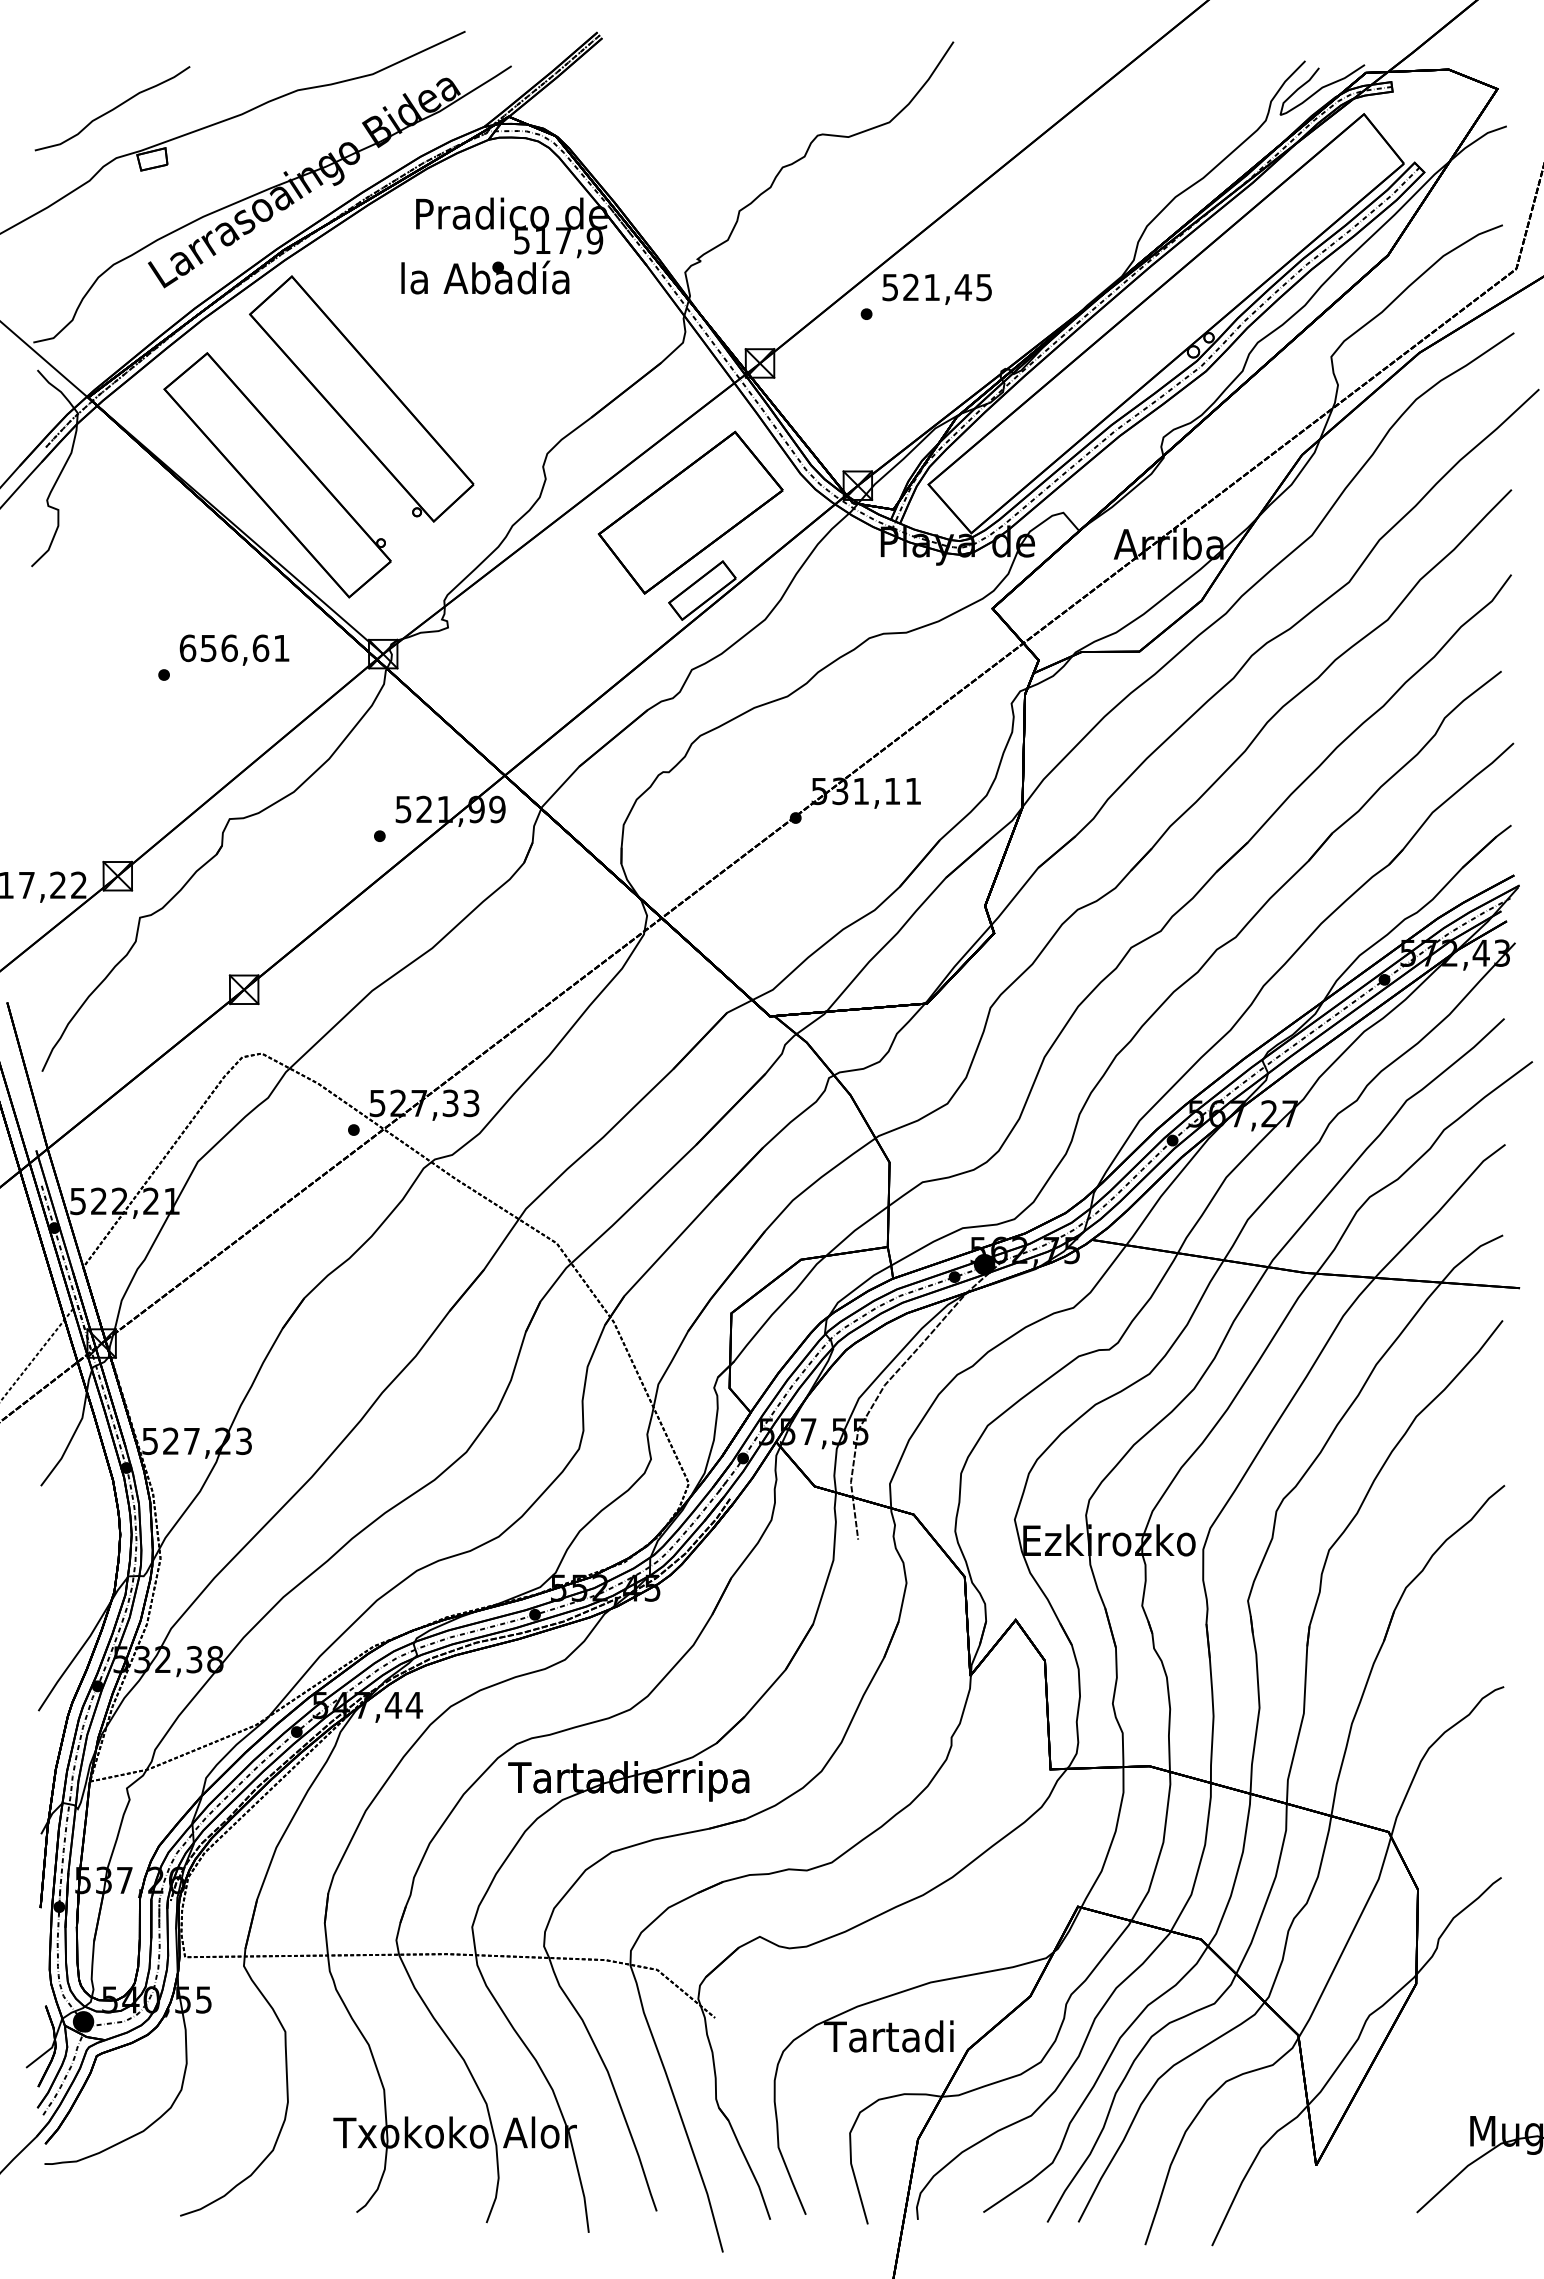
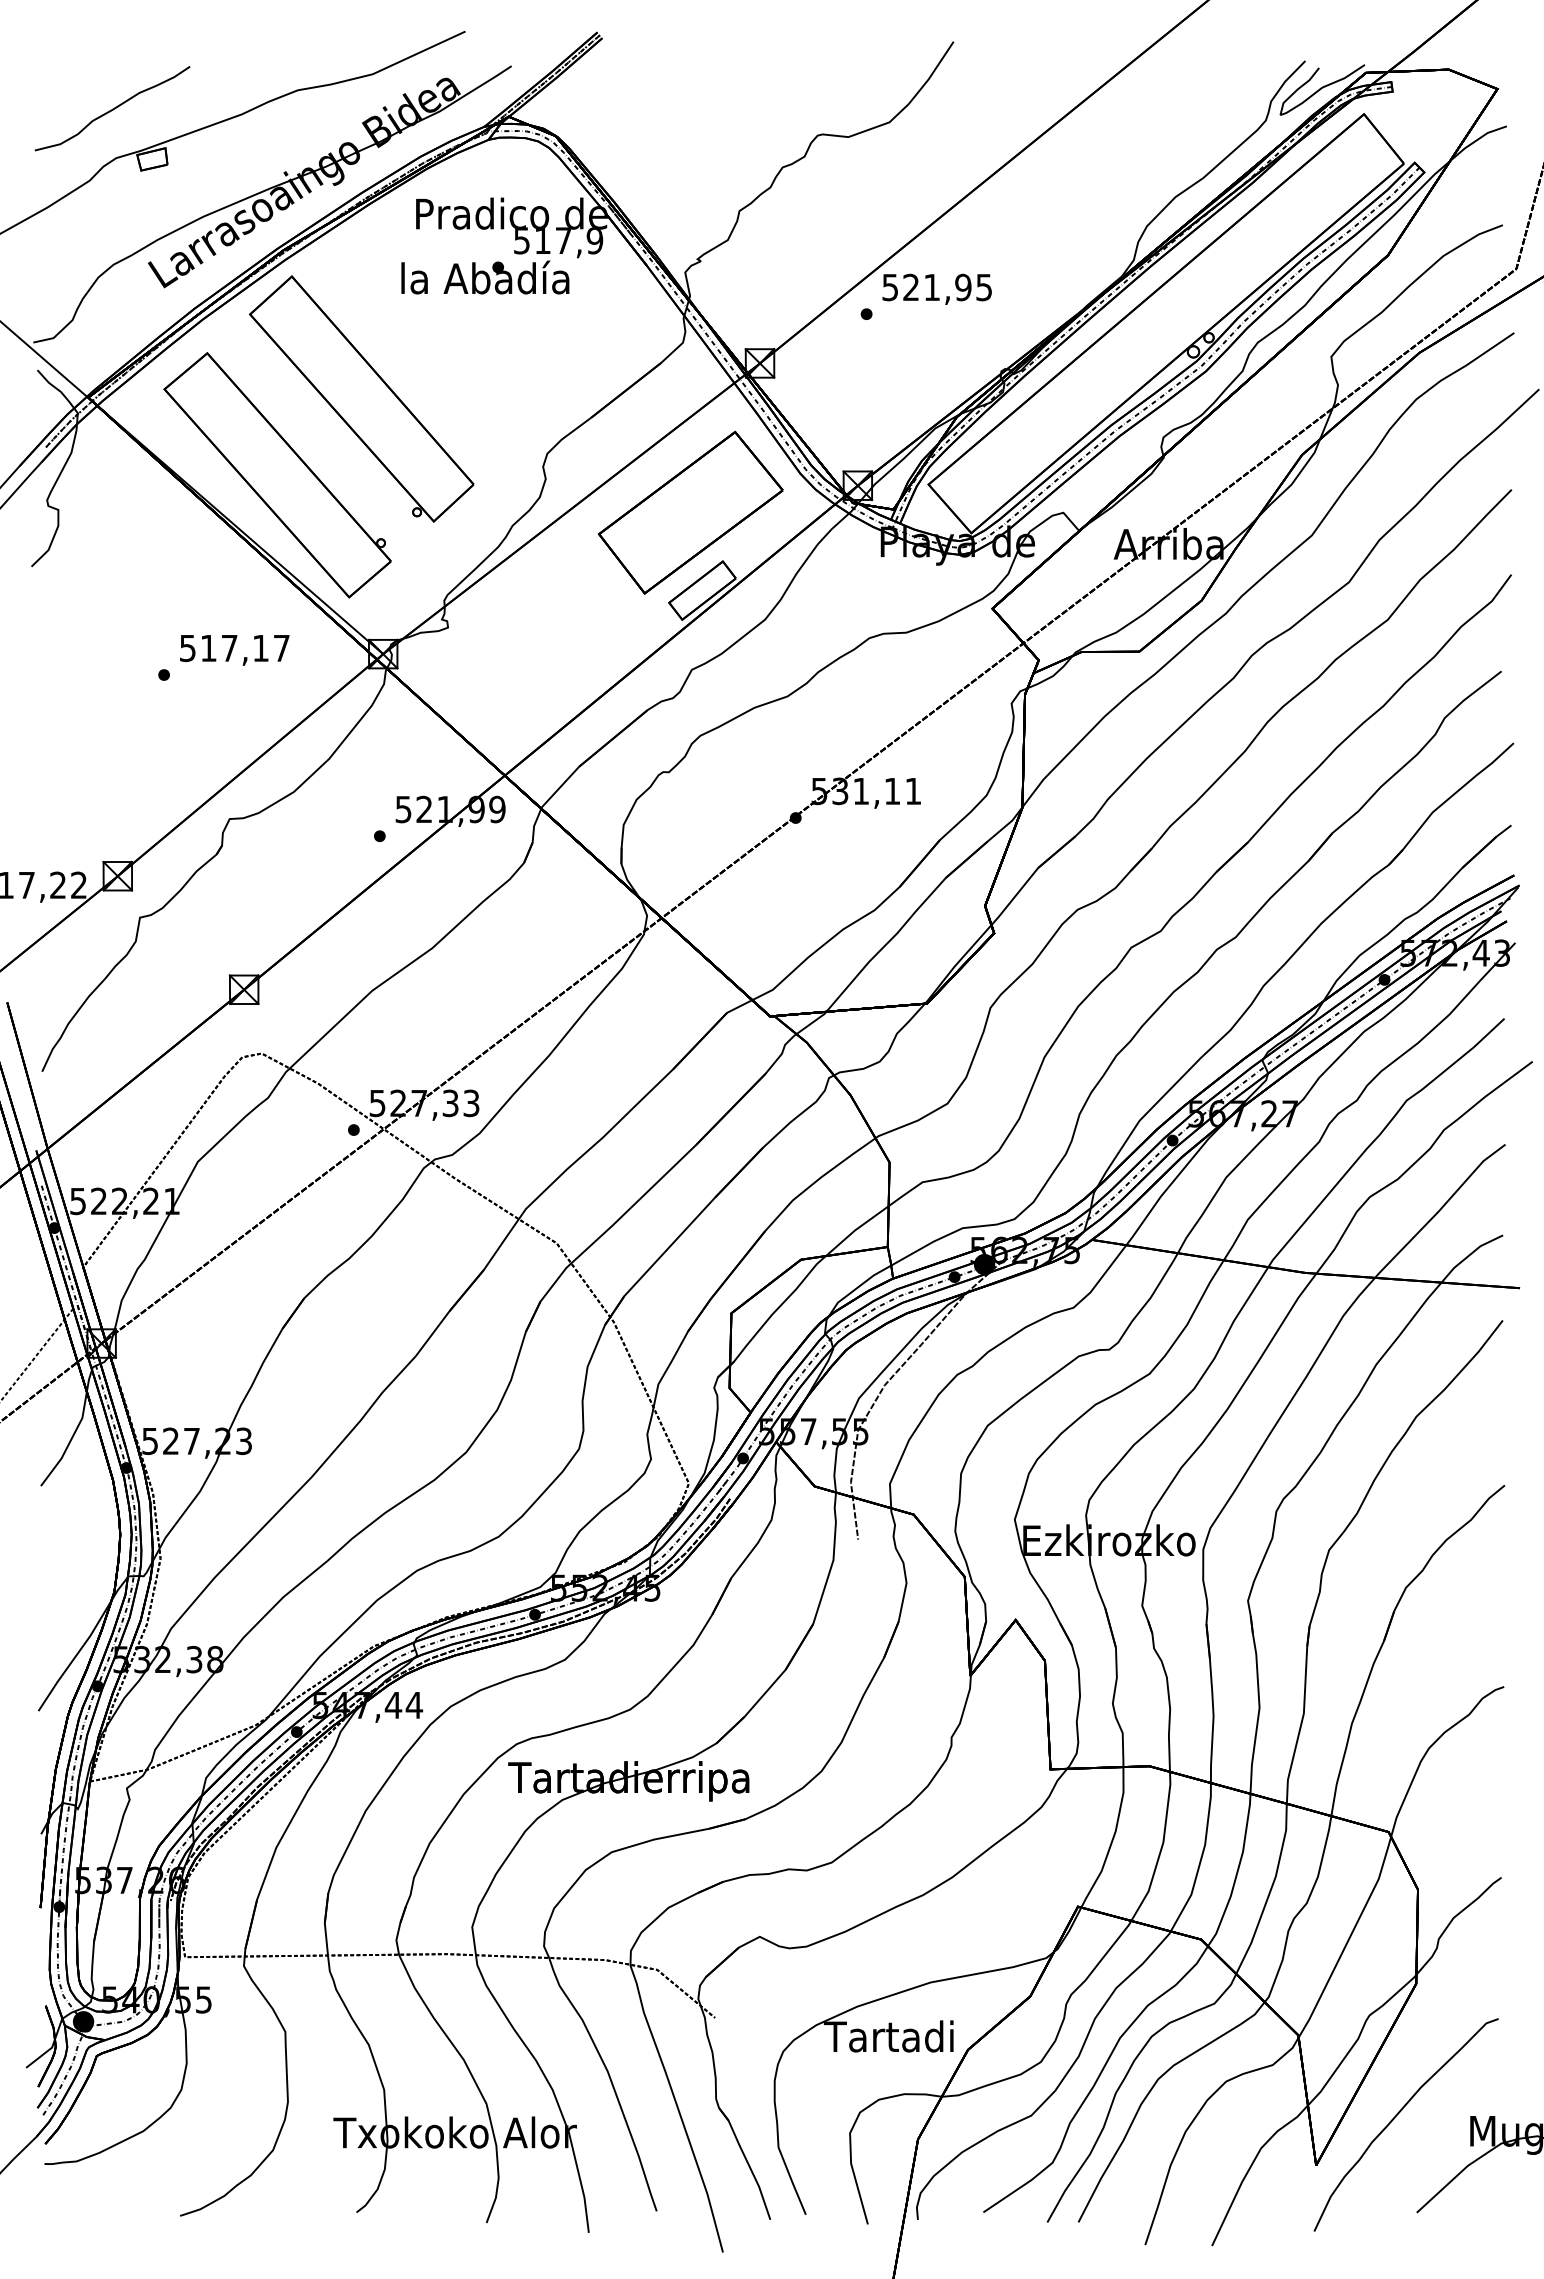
text at (962, 287): 521,45 -> 521,95
text at (234, 648): 656,61 -> 517,17
curve at (1395, 2118): none -> present
